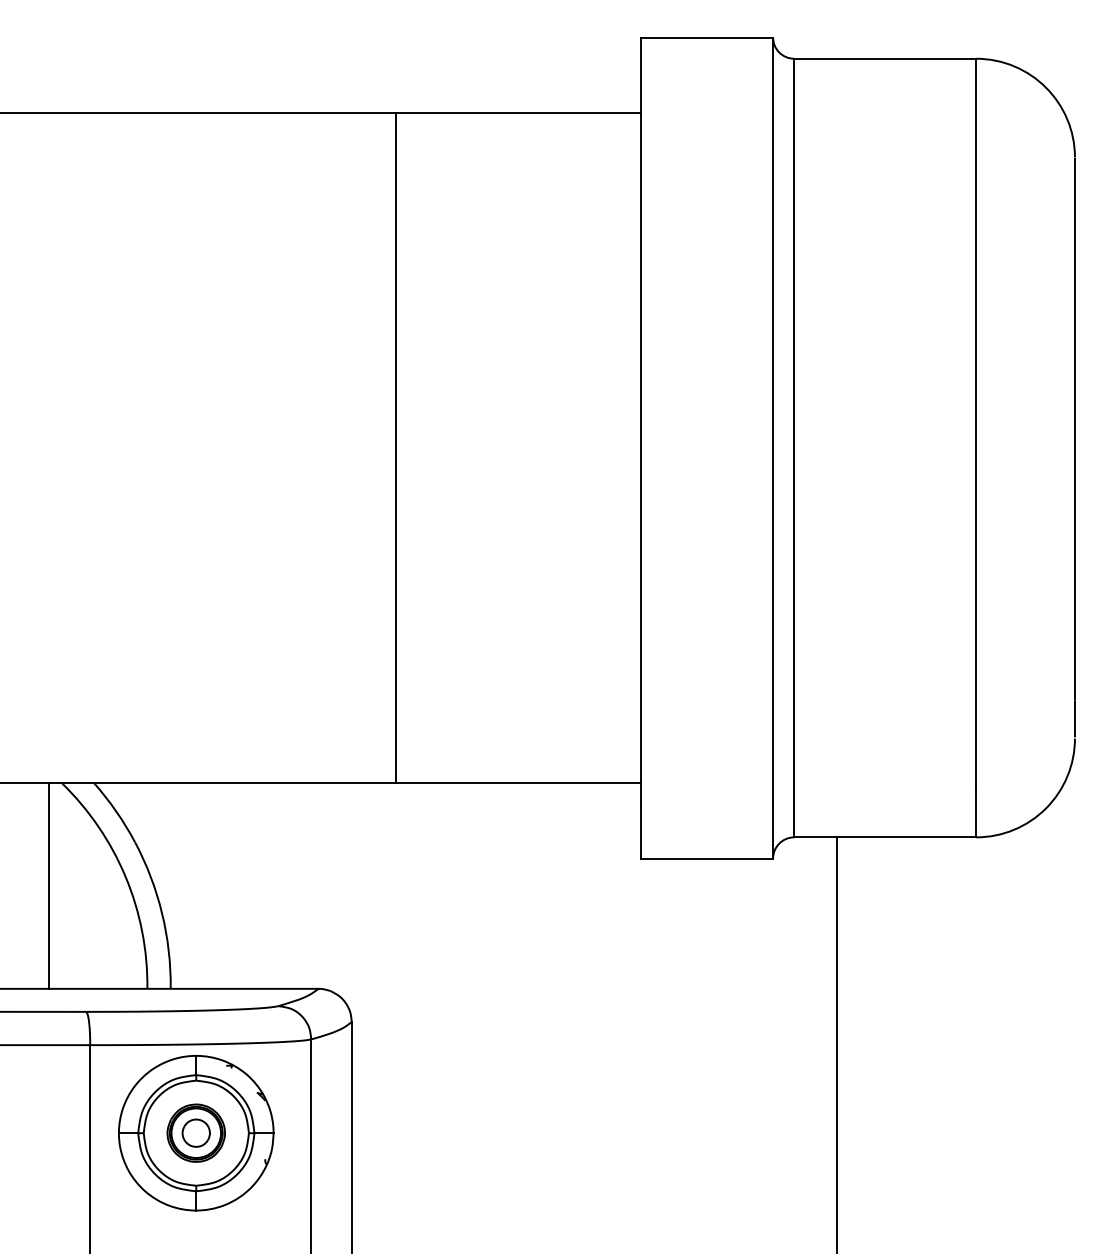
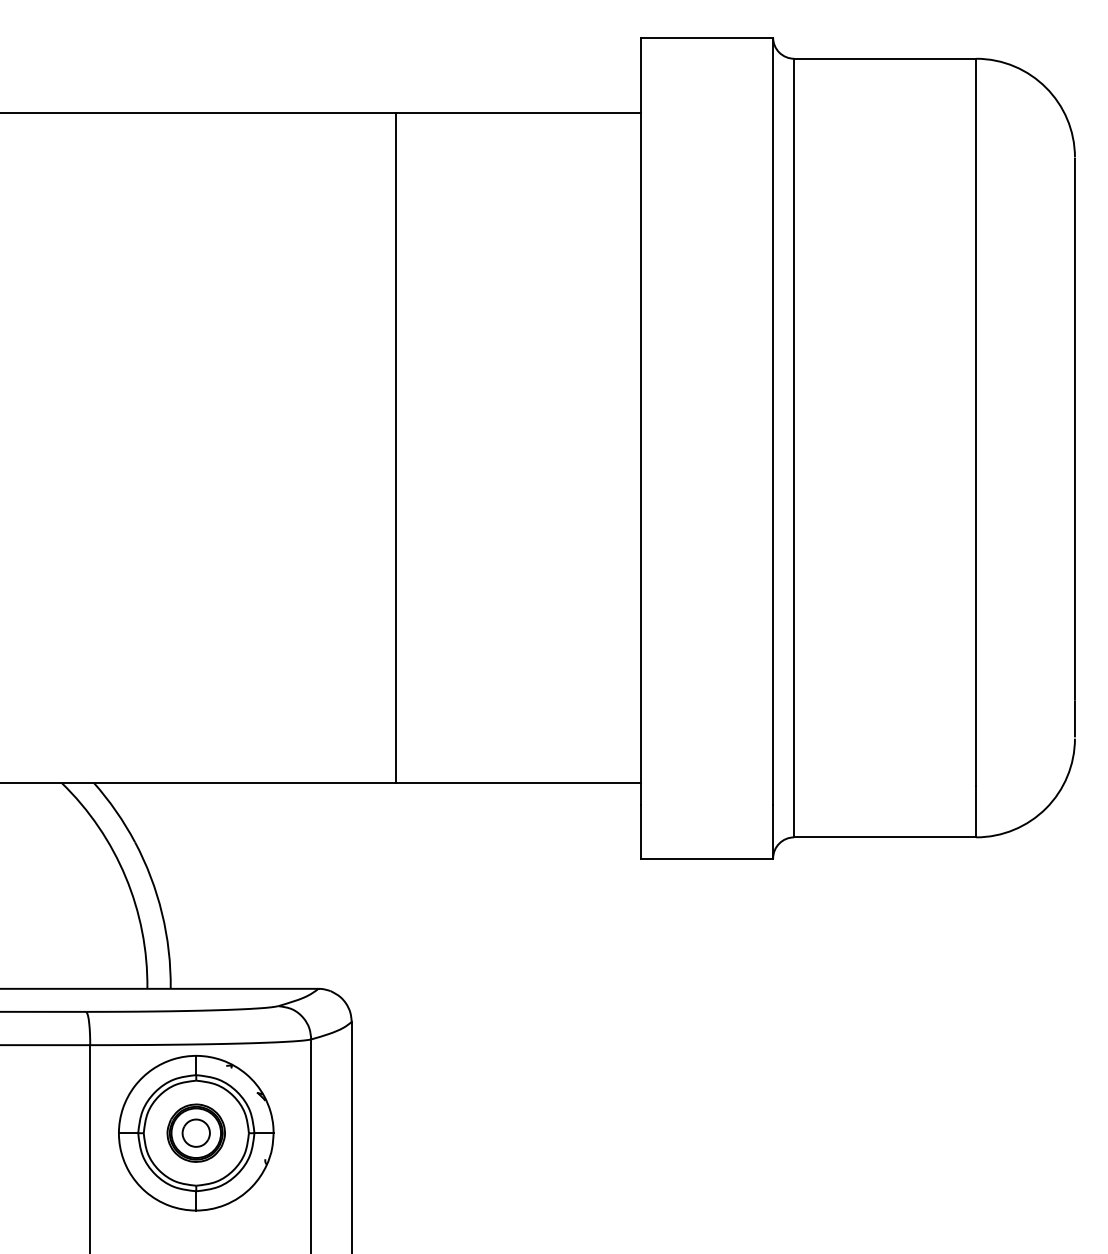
line at (48, 885): present -> none
line at (837, 1043): present -> none
